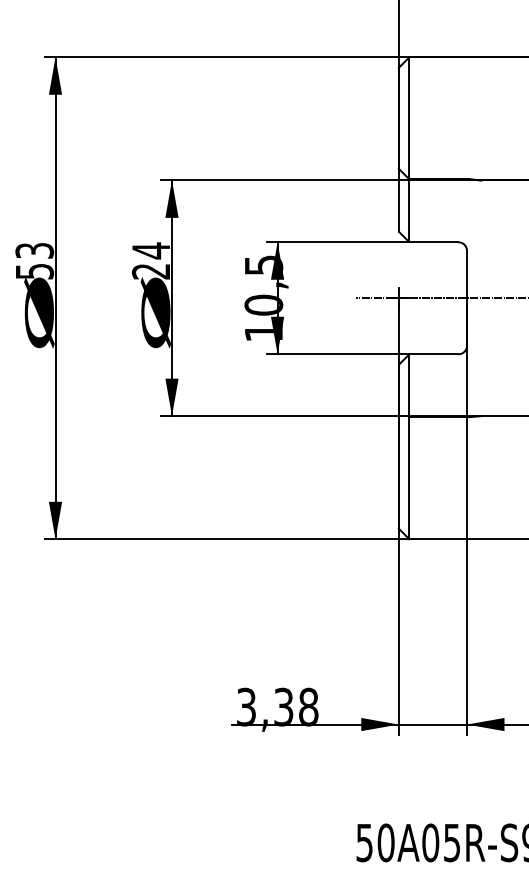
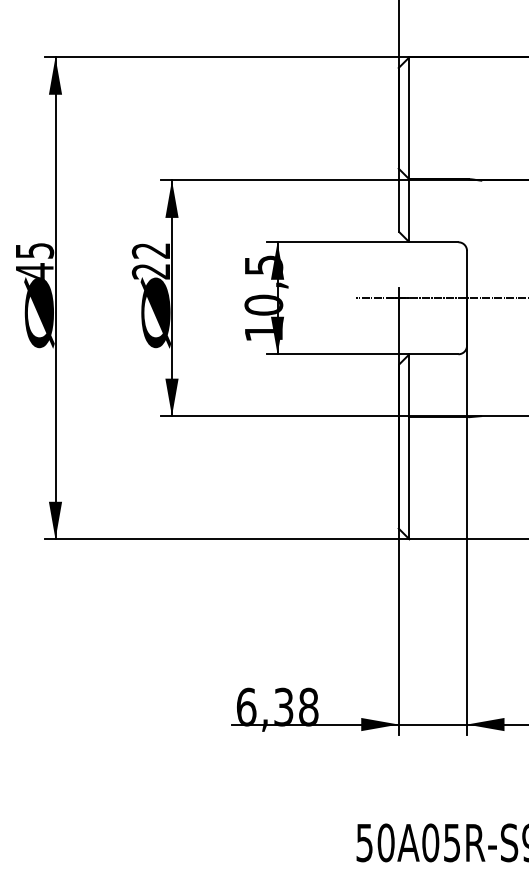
text at (150, 250): 24 -> 22
text at (34, 261): 53 -> 45
text at (246, 706): 3,38 -> 6,38
